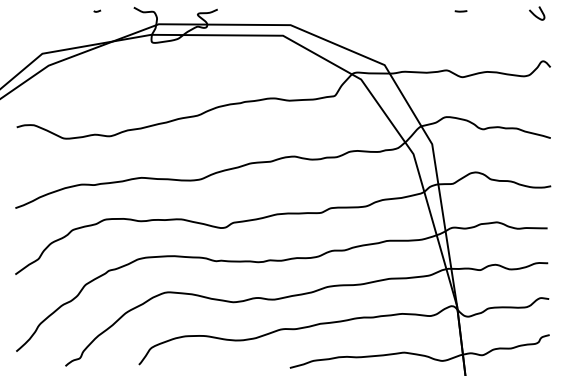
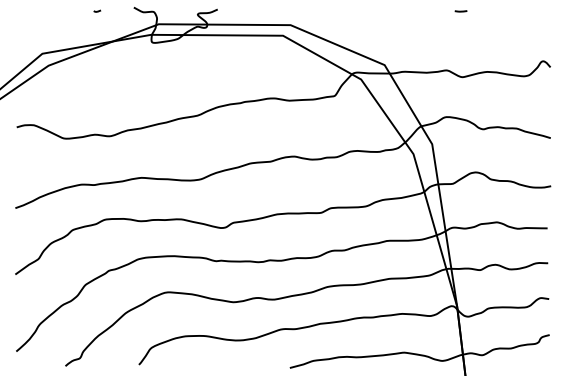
curve at (535, 14): present -> none
